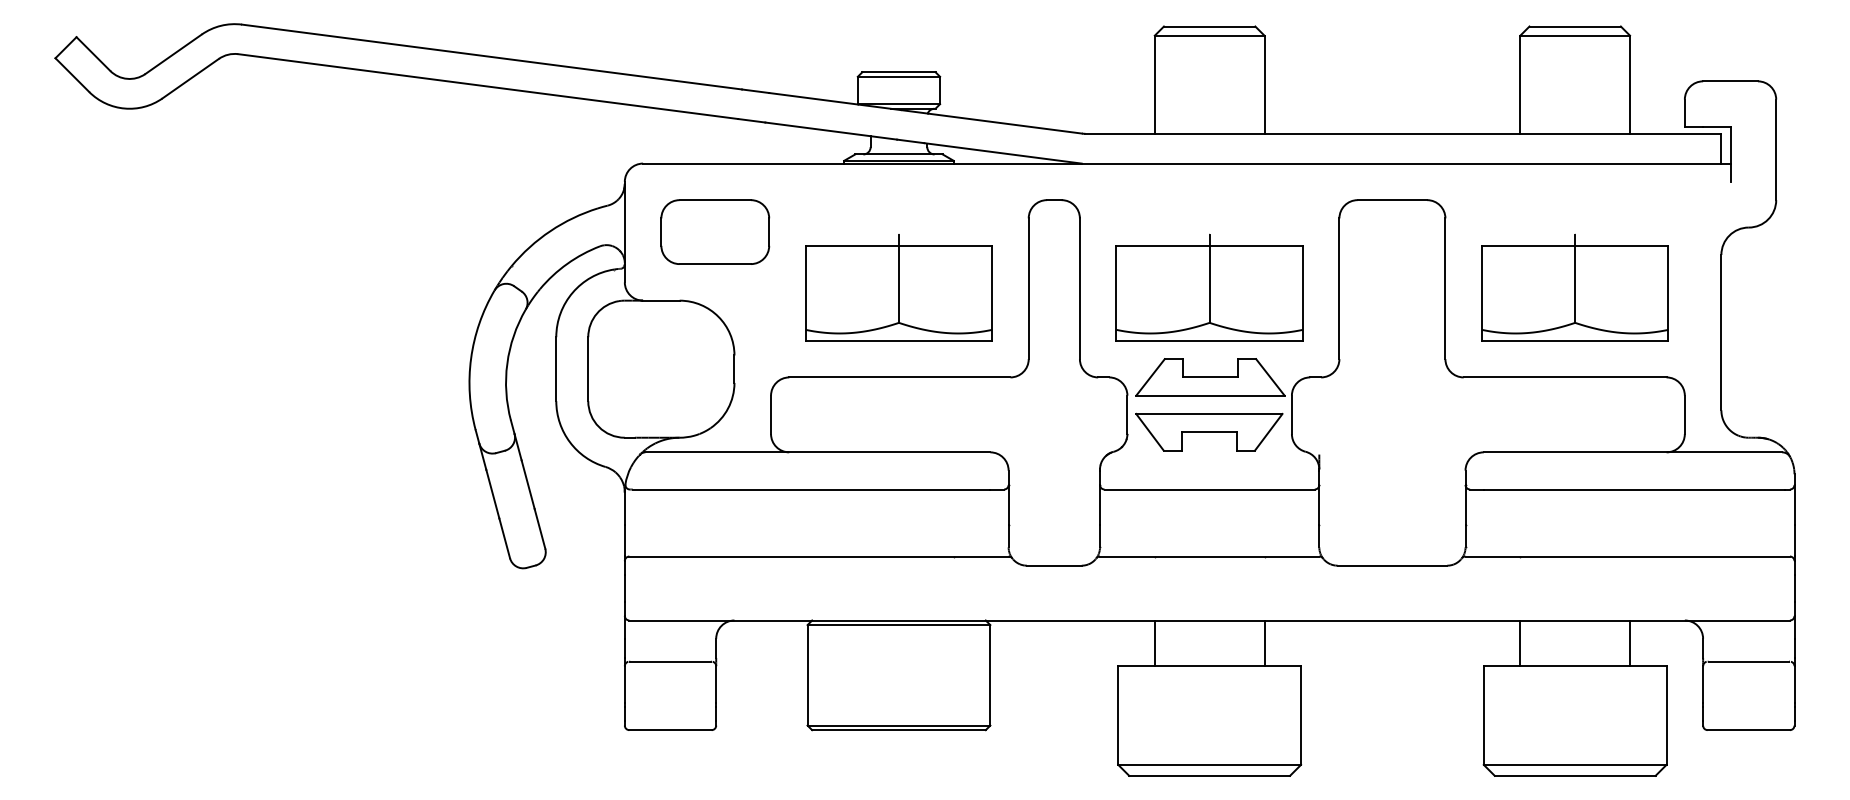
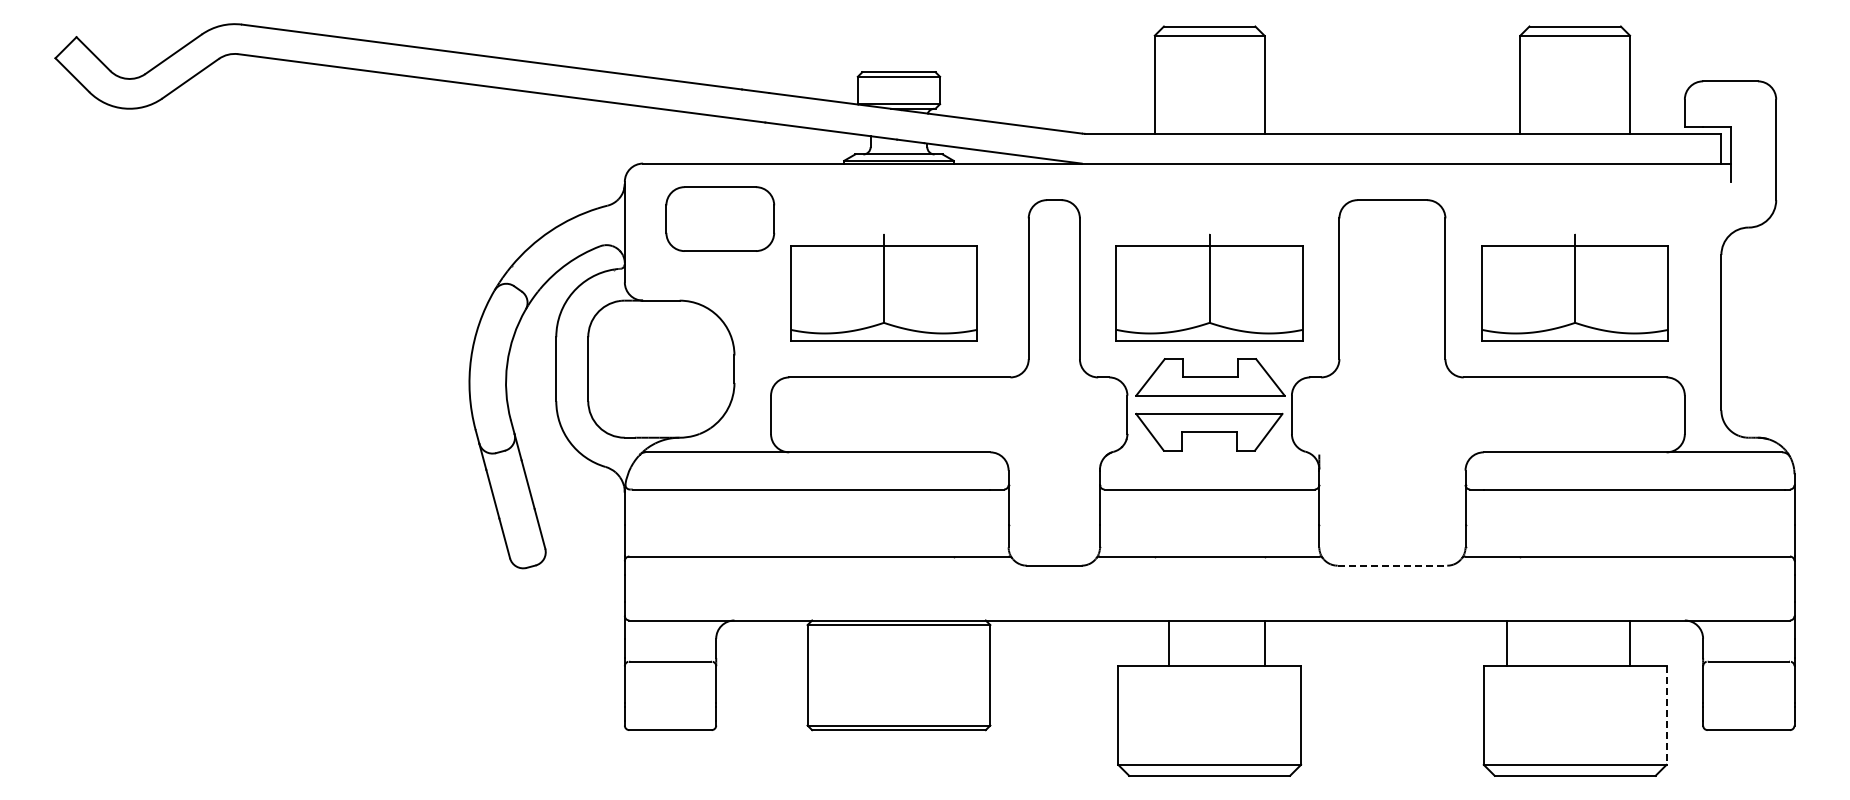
part at (715, 231) position: (715, 231) -> (720, 218)
part at (898, 287) position: (898, 287) -> (883, 287)
line at (1392, 565): solid -> dashed
line at (1154, 643) position: (1154, 643) -> (1168, 643)
line at (1520, 643) position: (1520, 643) -> (1507, 643)
line at (1666, 716): solid -> dashed
